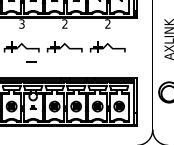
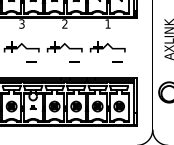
text at (107, 23): 2 -> 1
line at (74, 61): none -> present
line at (117, 61): none -> present
